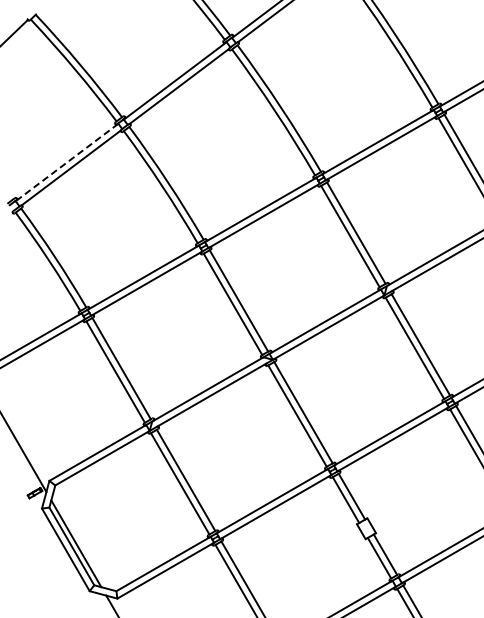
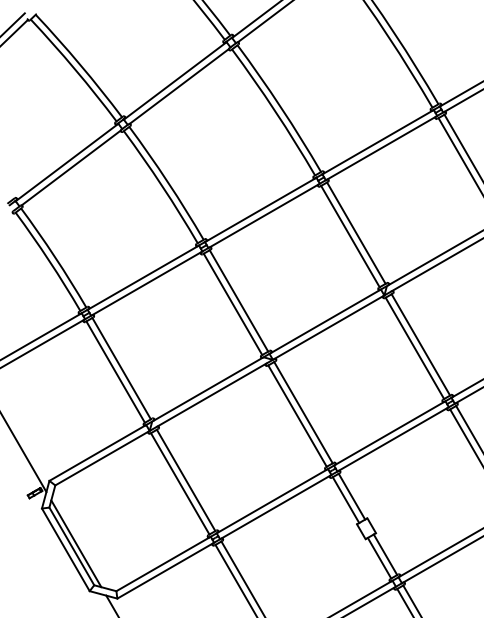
line at (13, 23): none -> present
line at (66, 162): dashed -> solid
